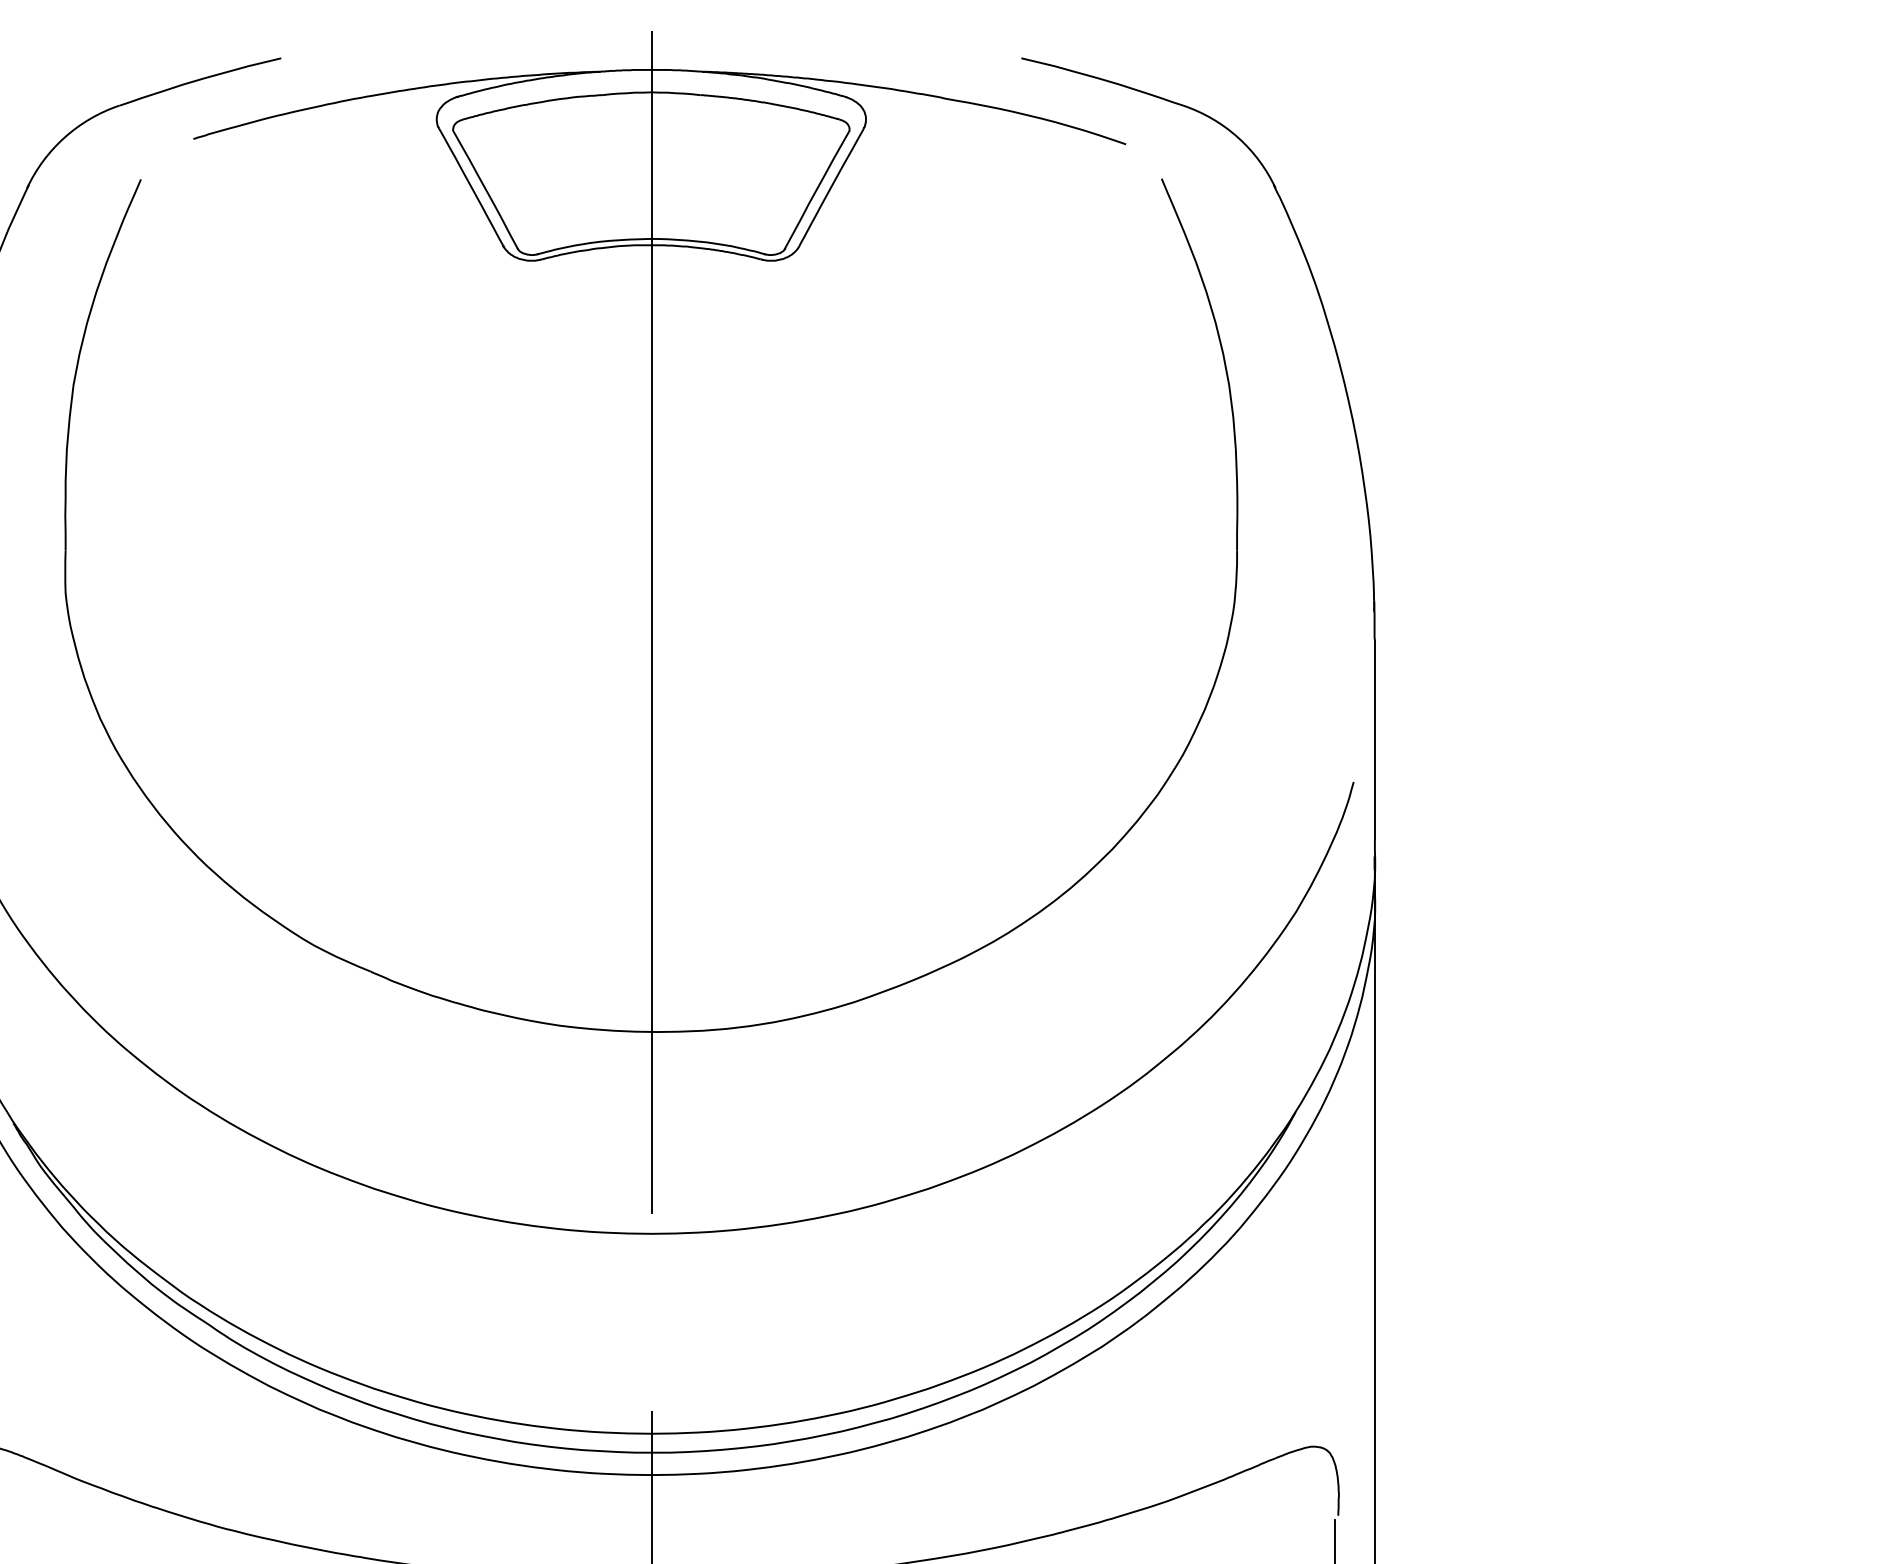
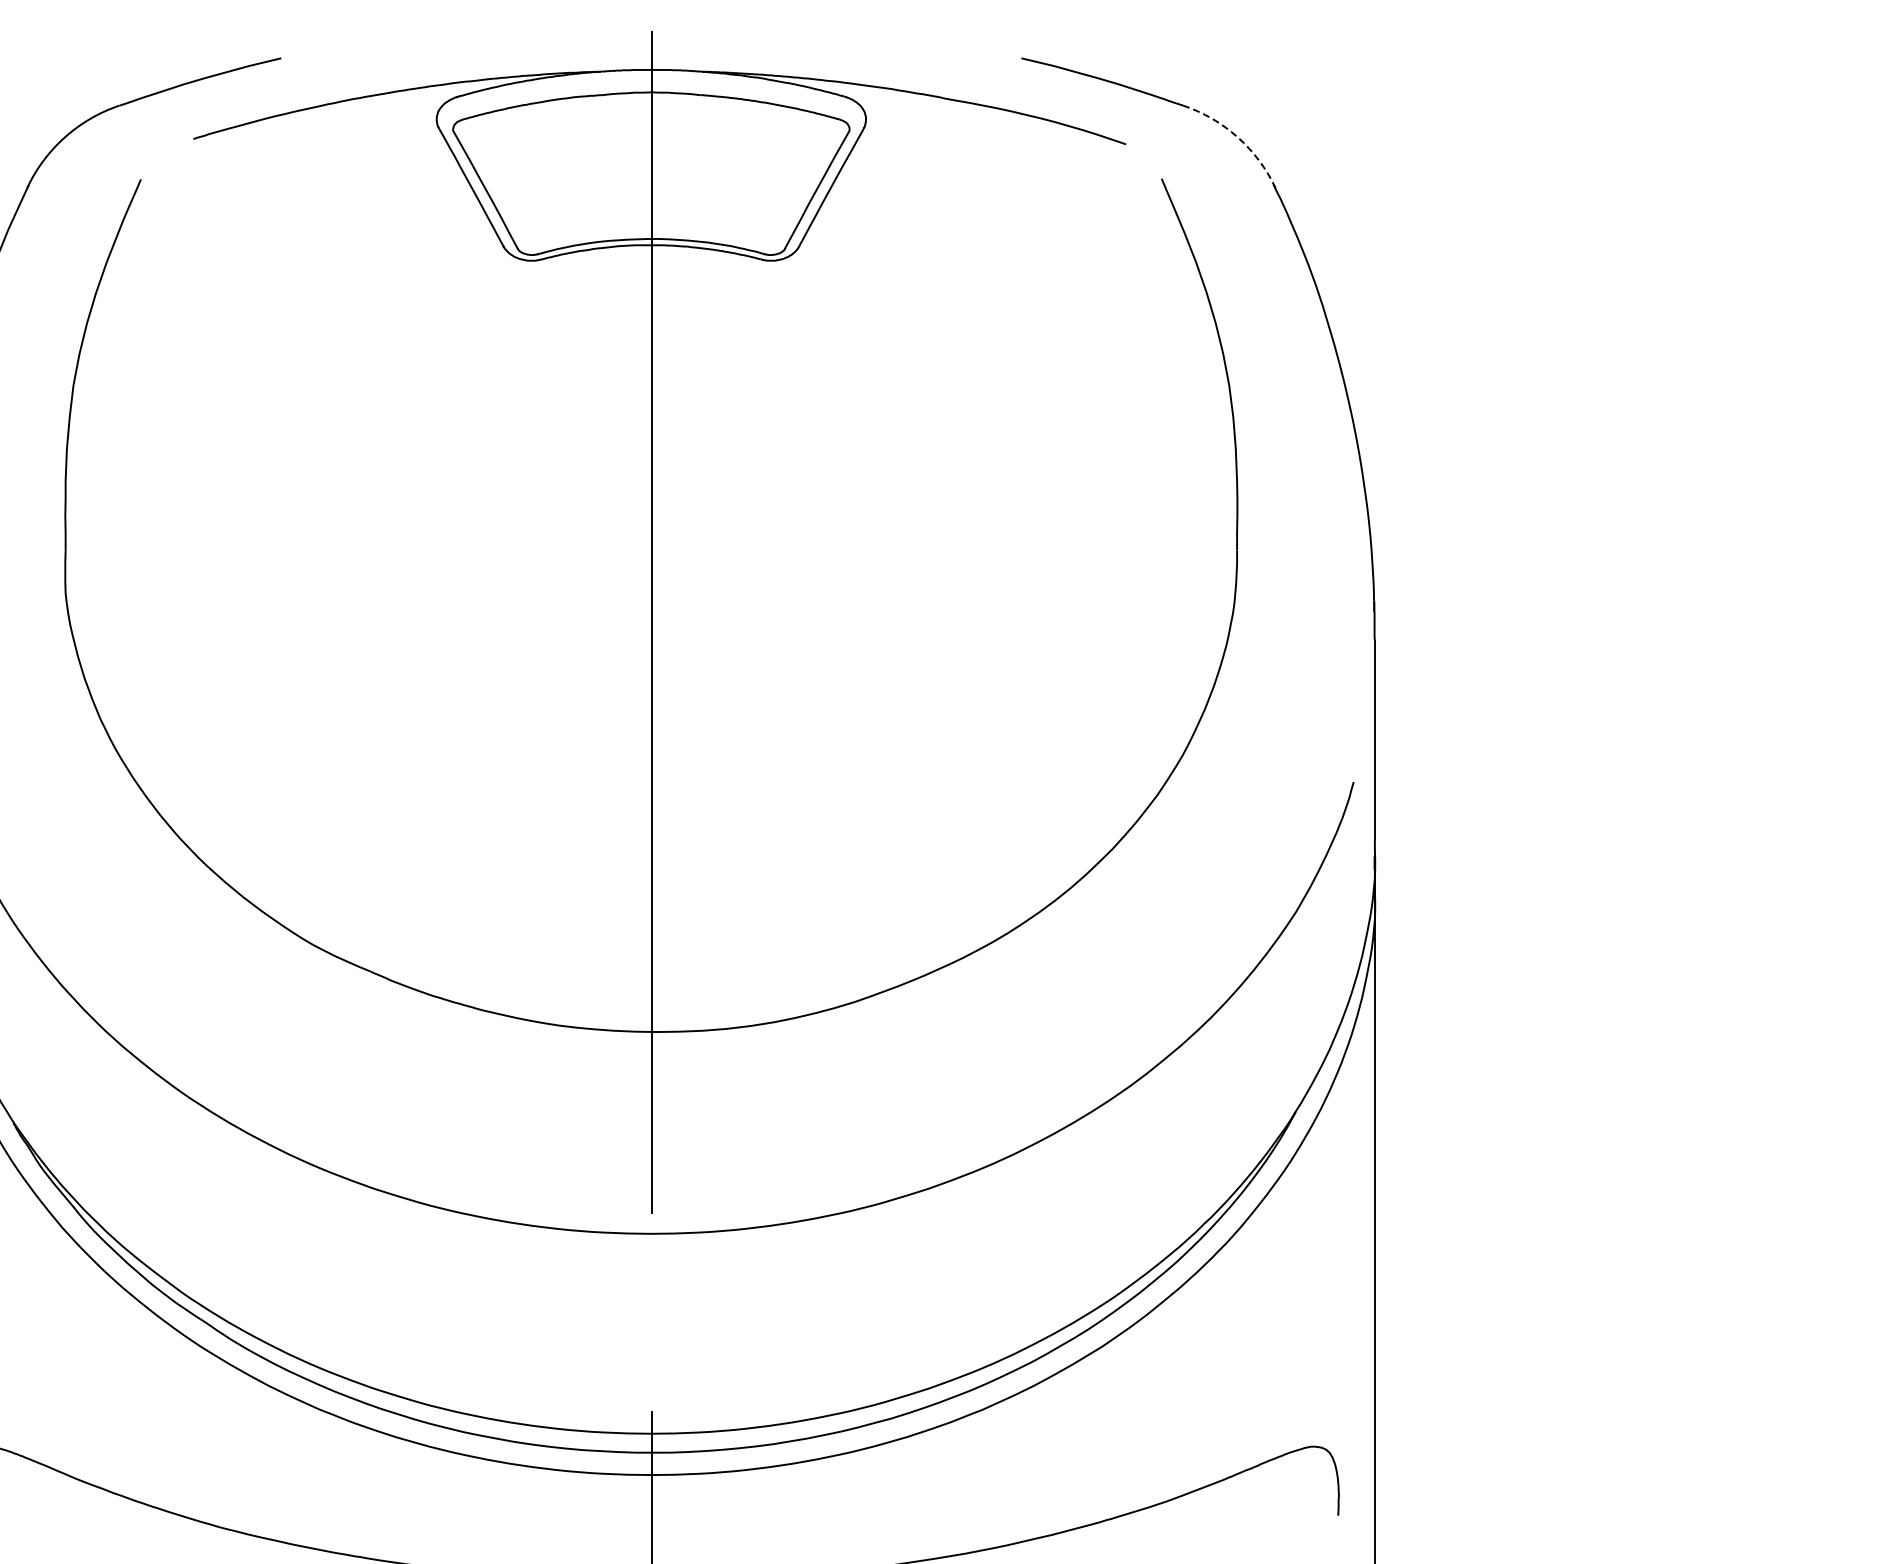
arc at (1237, 137): solid -> dashed
line at (1335, 1540): present -> none
